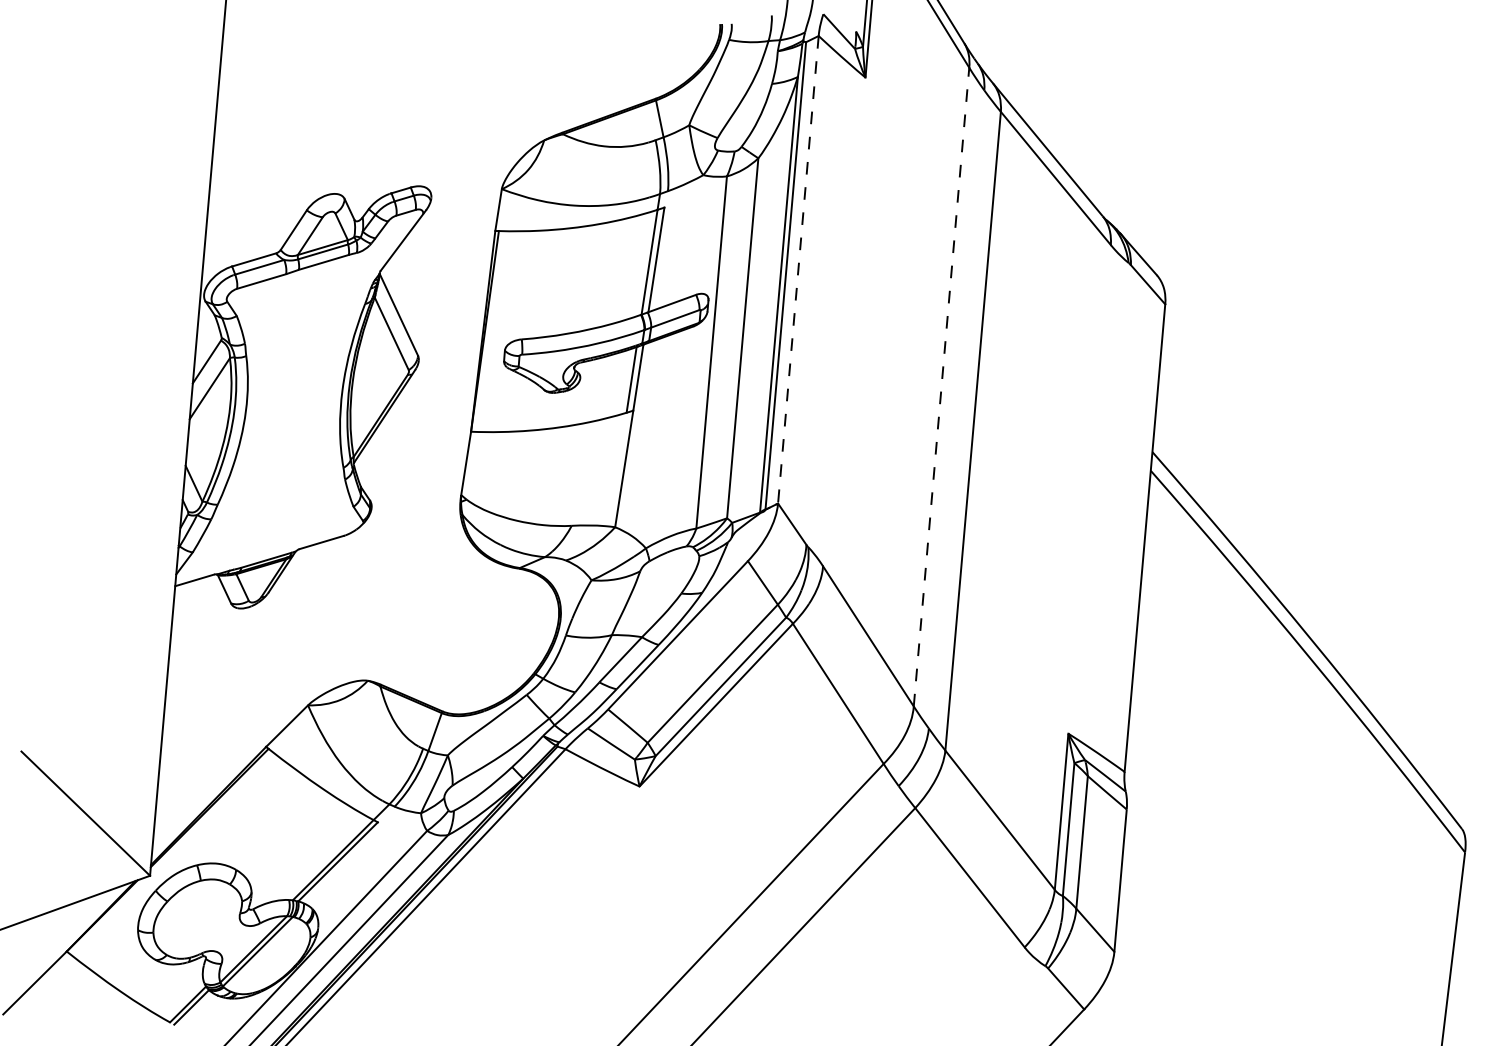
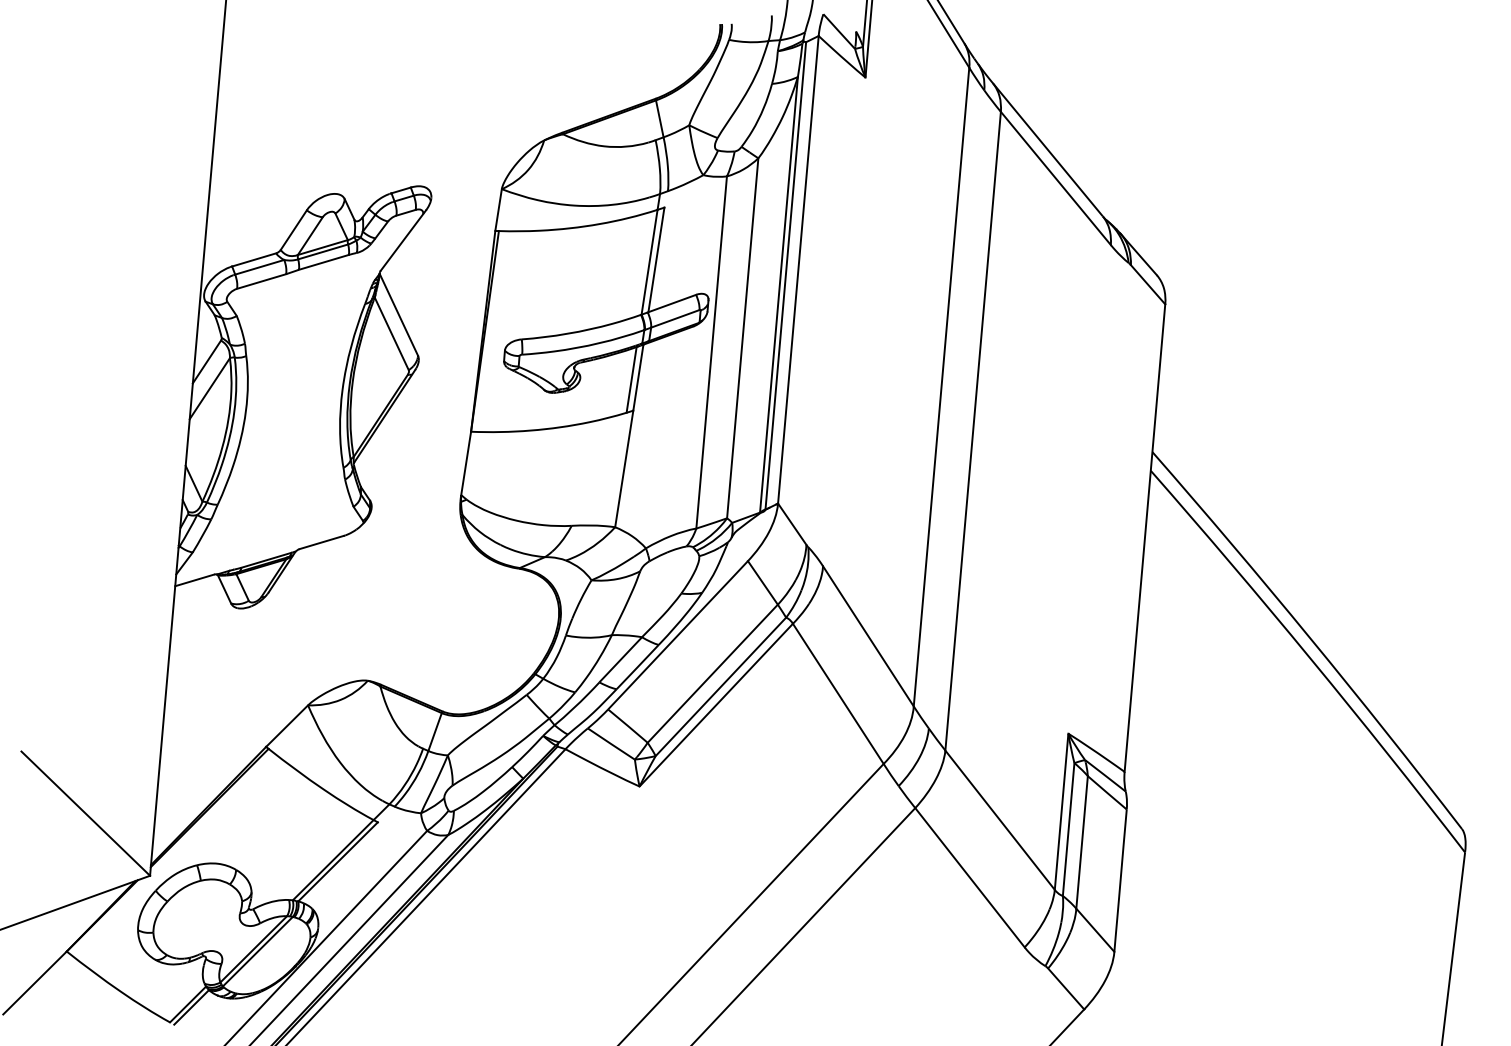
line at (798, 269): dashed -> solid
line at (941, 387): dashed -> solid
